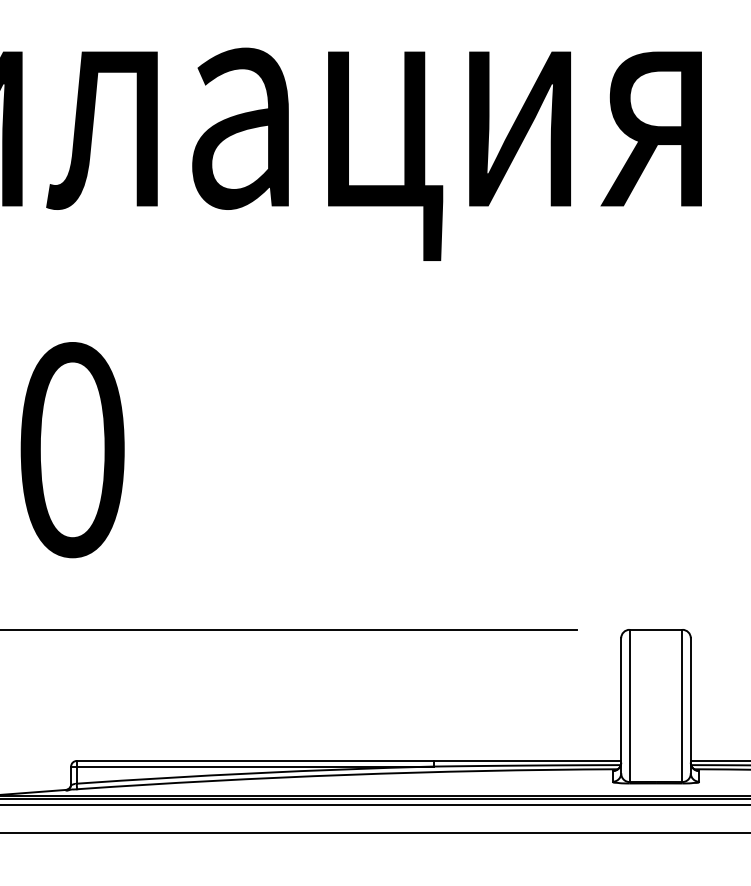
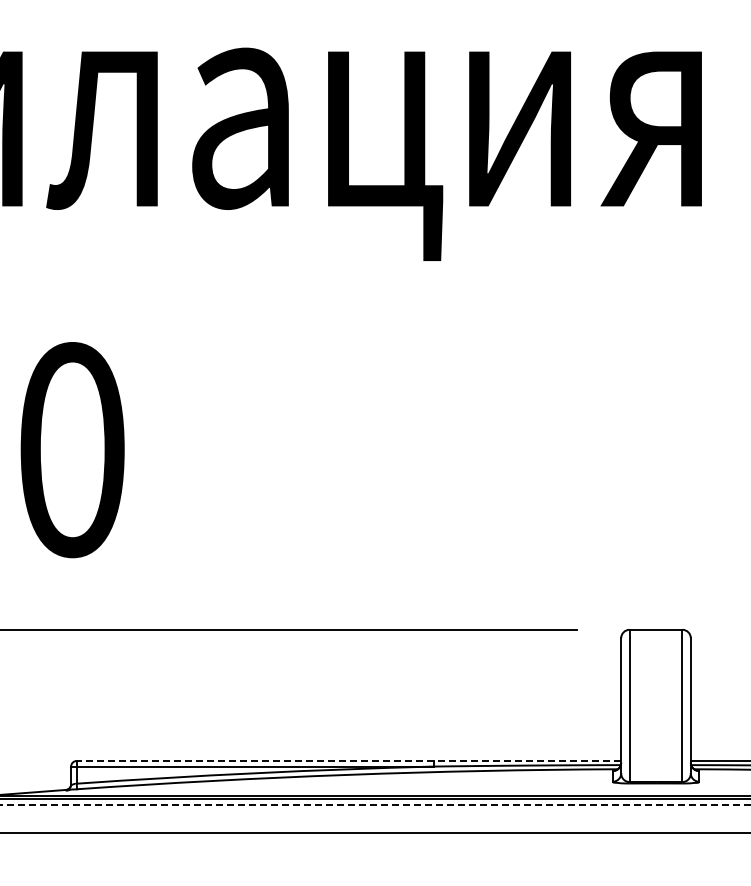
line at (348, 760): solid -> dashed
line at (375, 804): solid -> dashed
